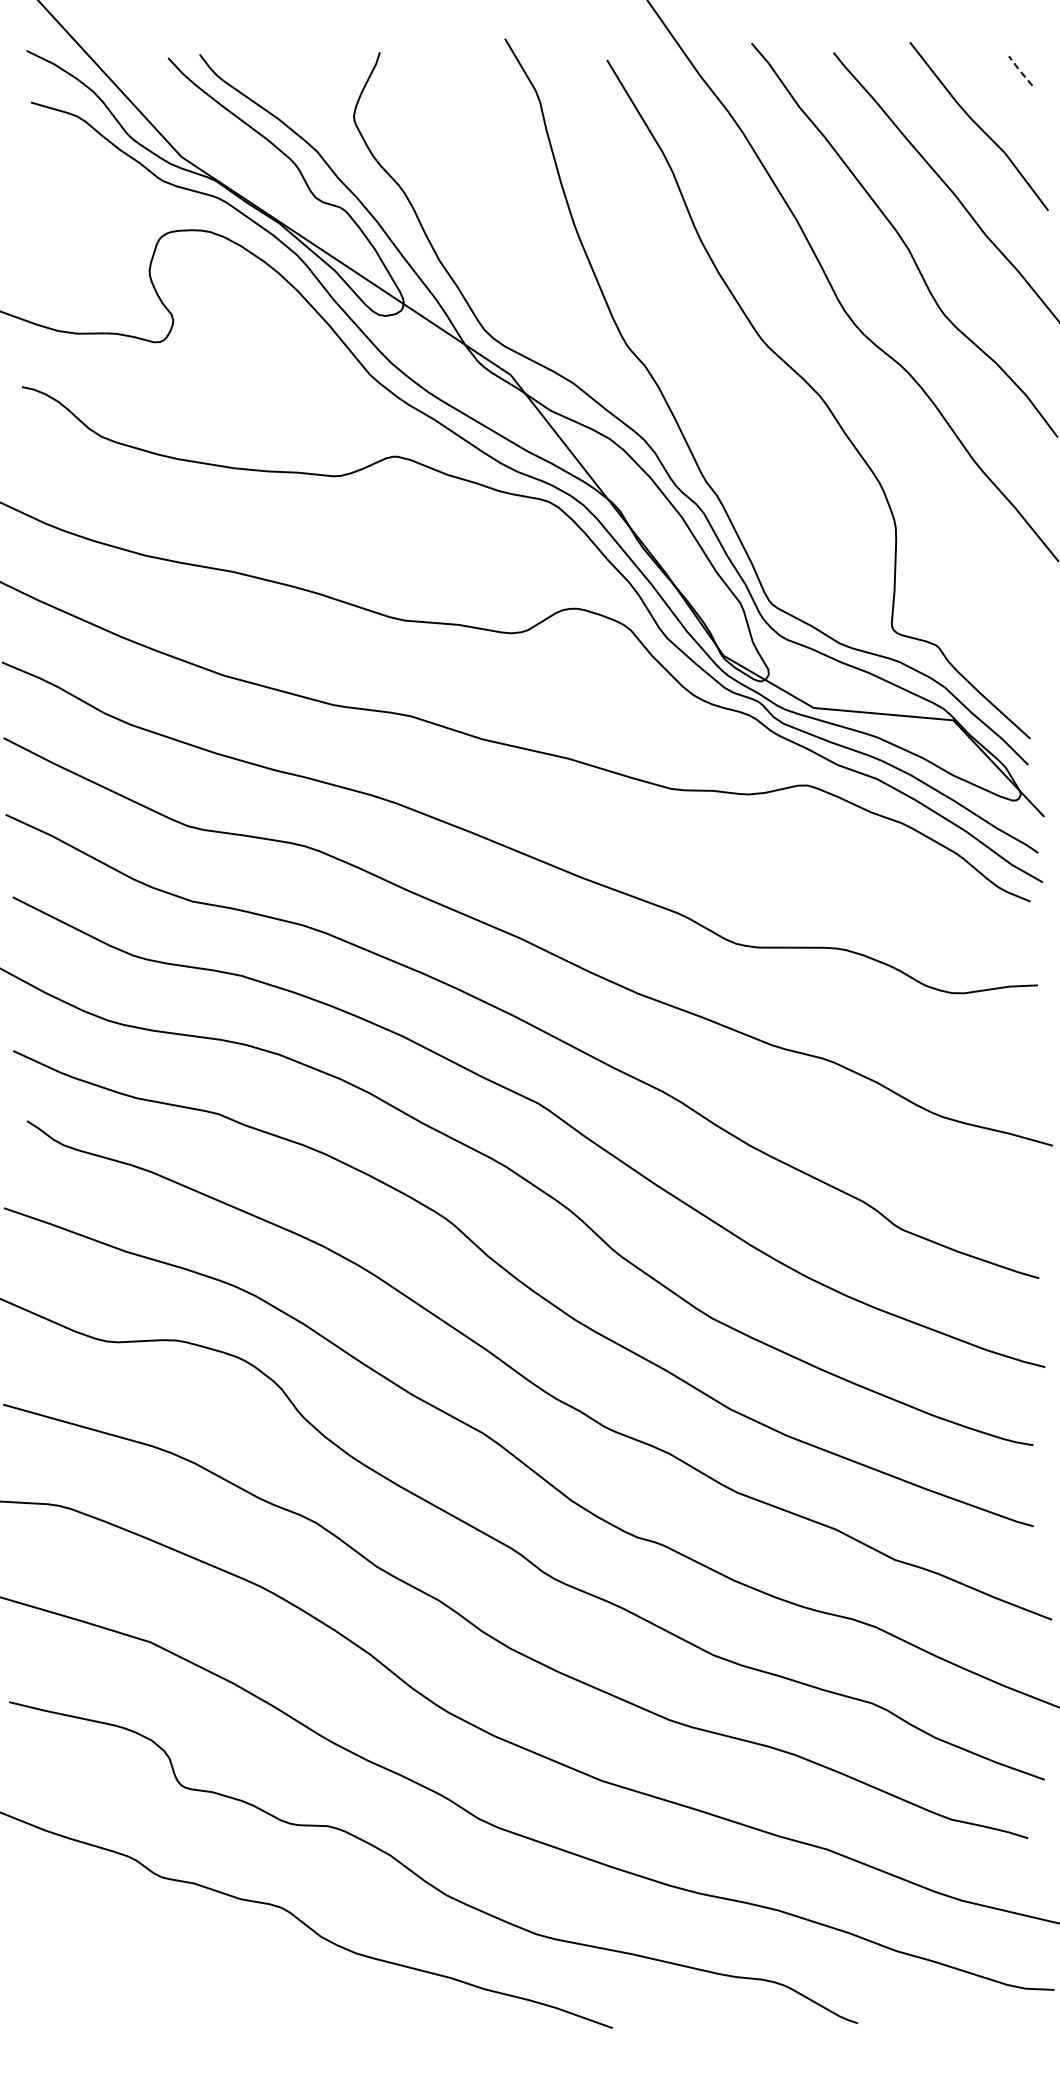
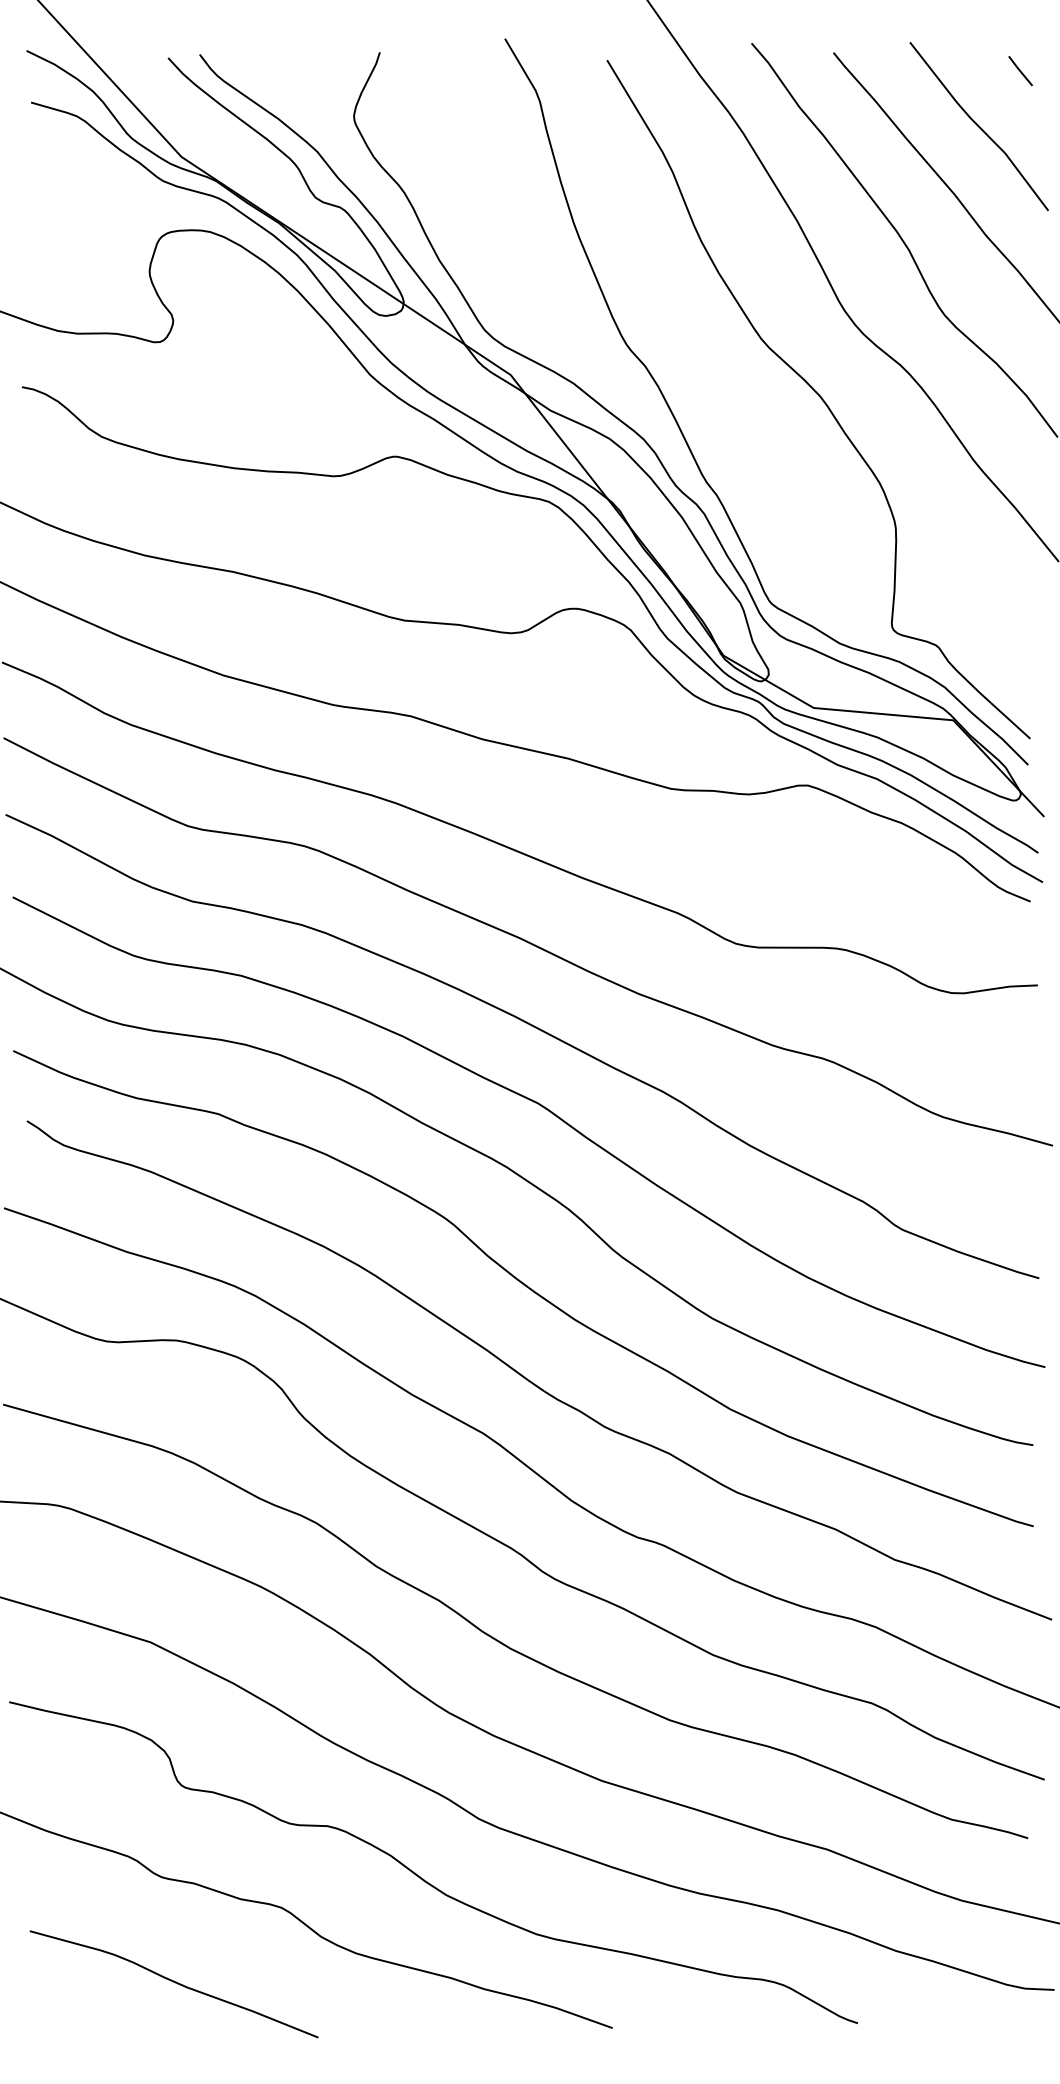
line at (1019, 70): dashed -> solid
curve at (173, 1982): none -> present
